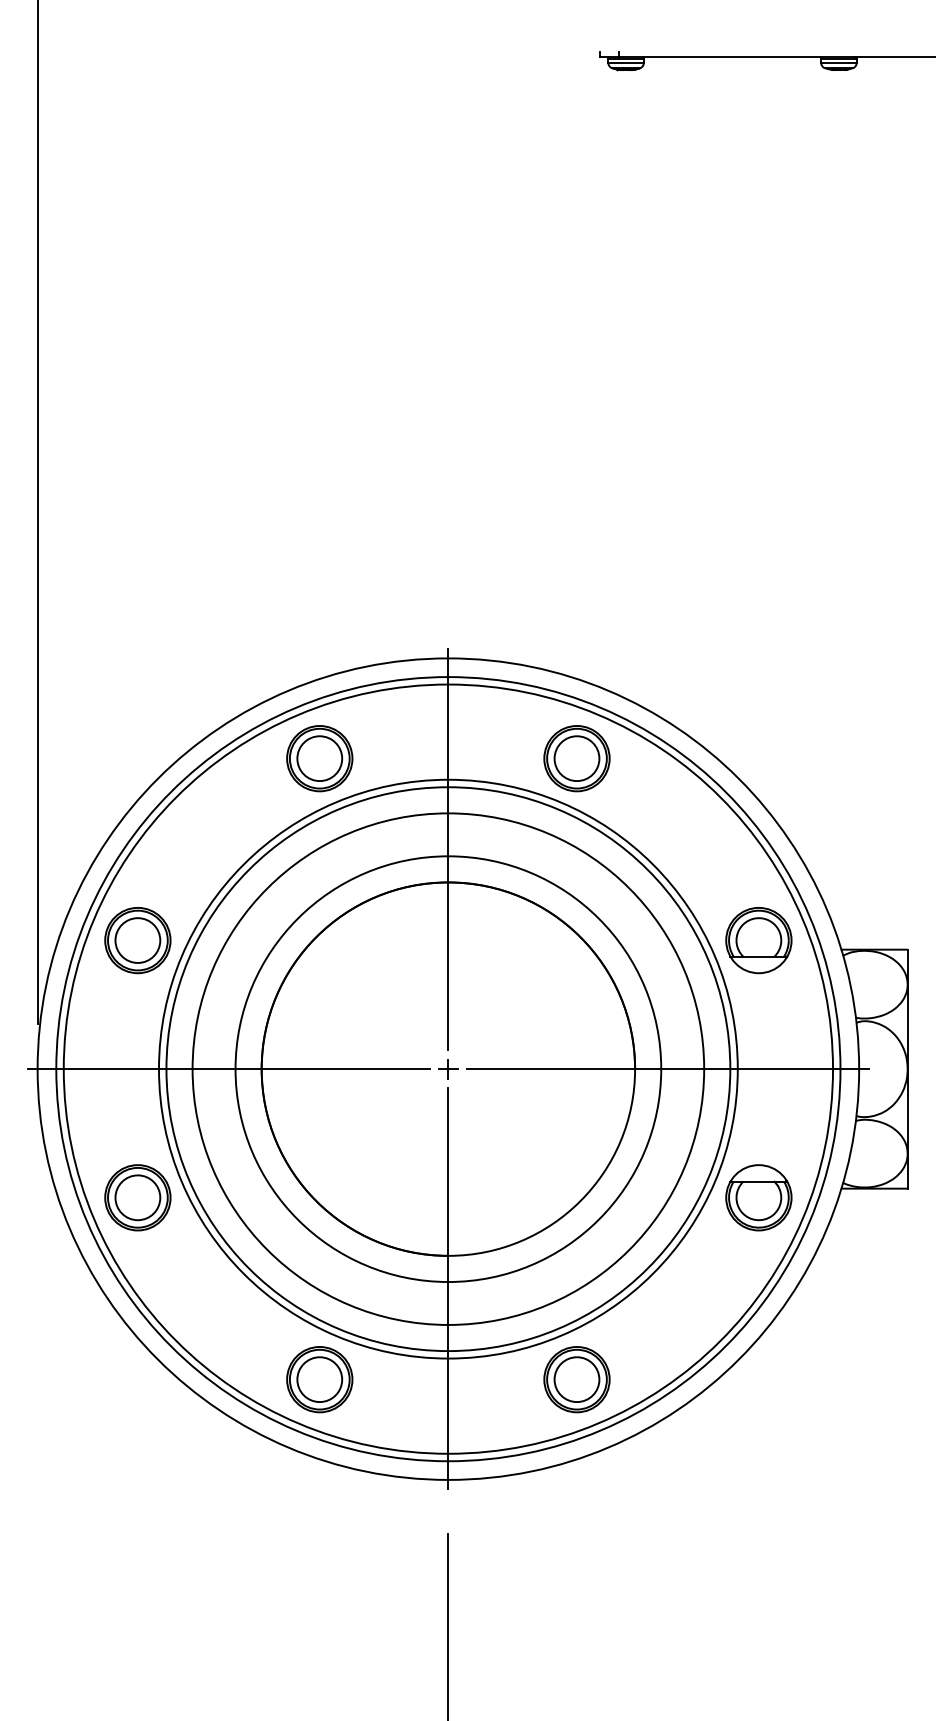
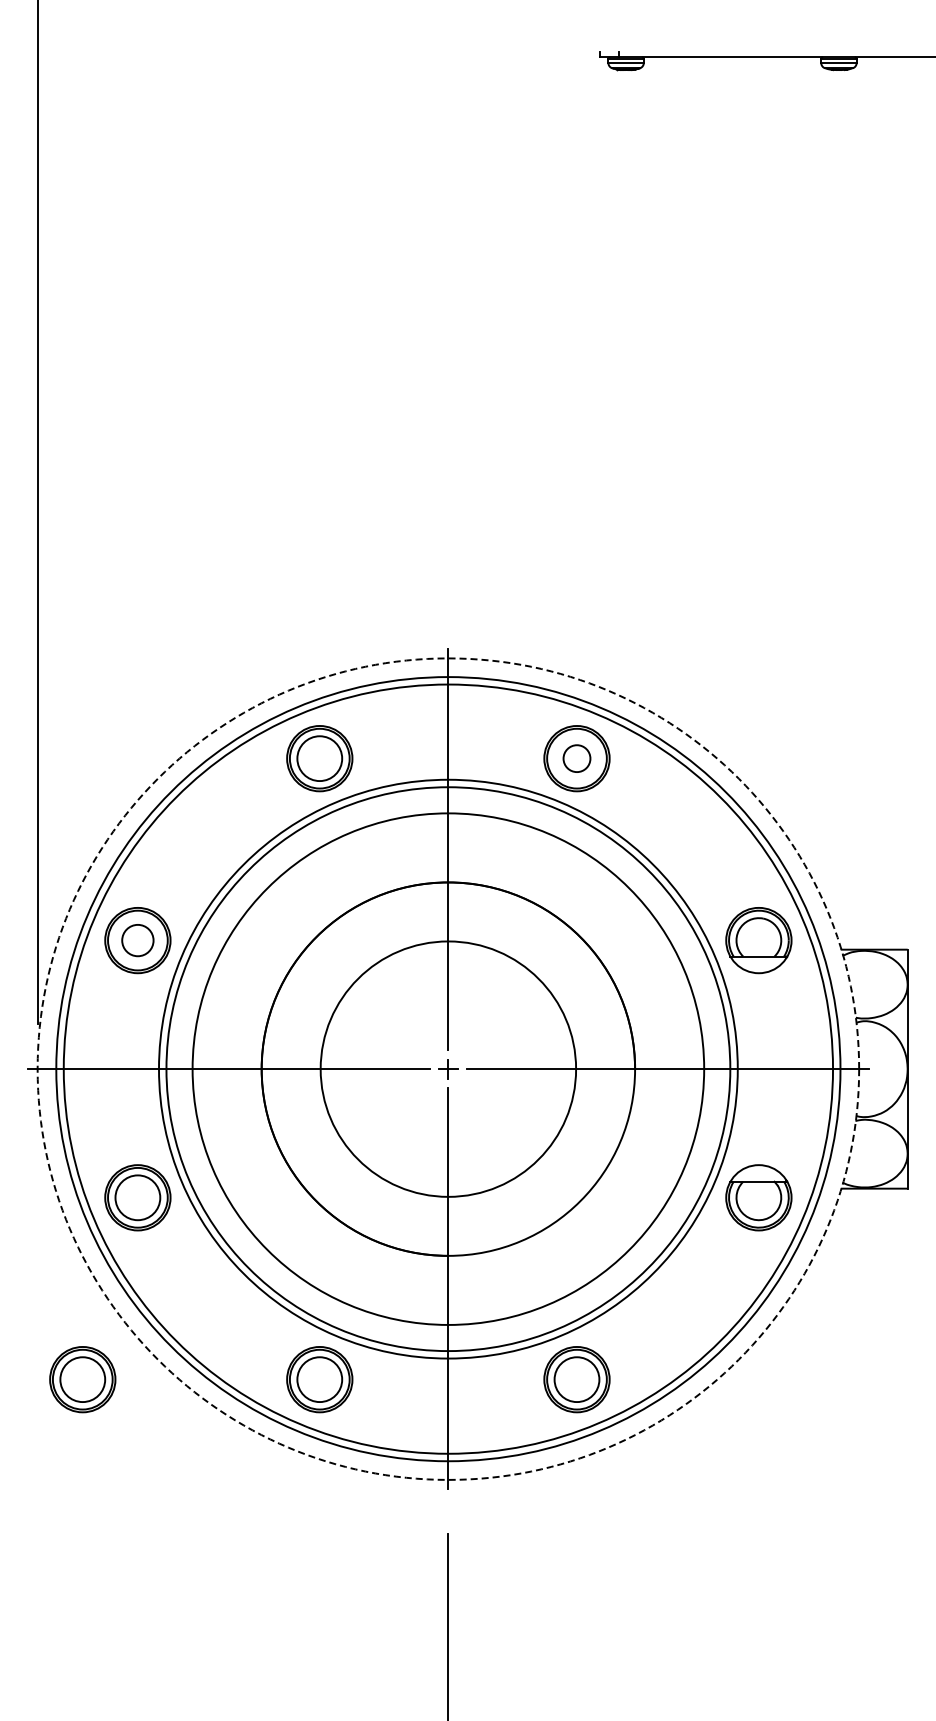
circle at (576, 758) diameter: 45 px -> 27 px
circle at (137, 940) diameter: 45 px -> 31 px
circle at (448, 1068): solid -> dashed
circle at (448, 1069) diameter: 426 px -> 255 px
part at (82, 1379): none -> present
